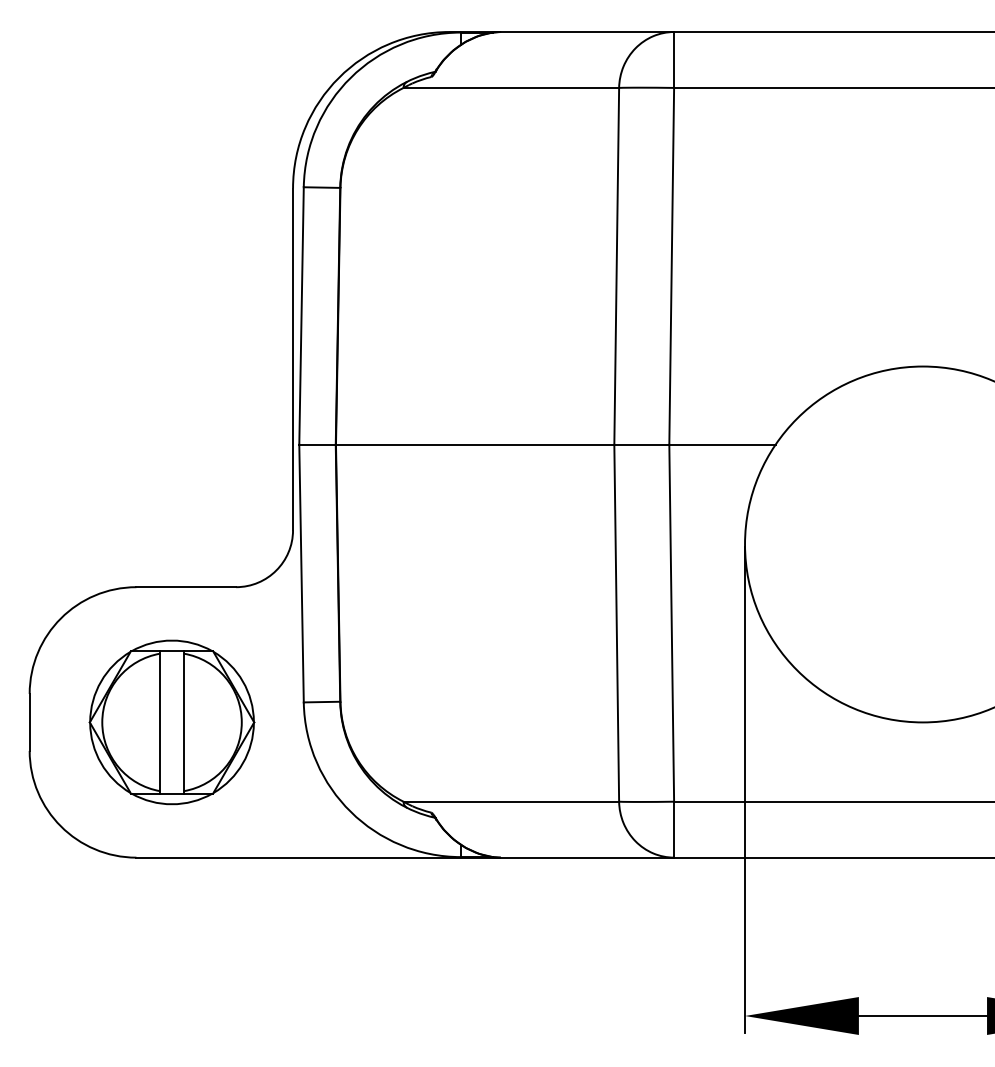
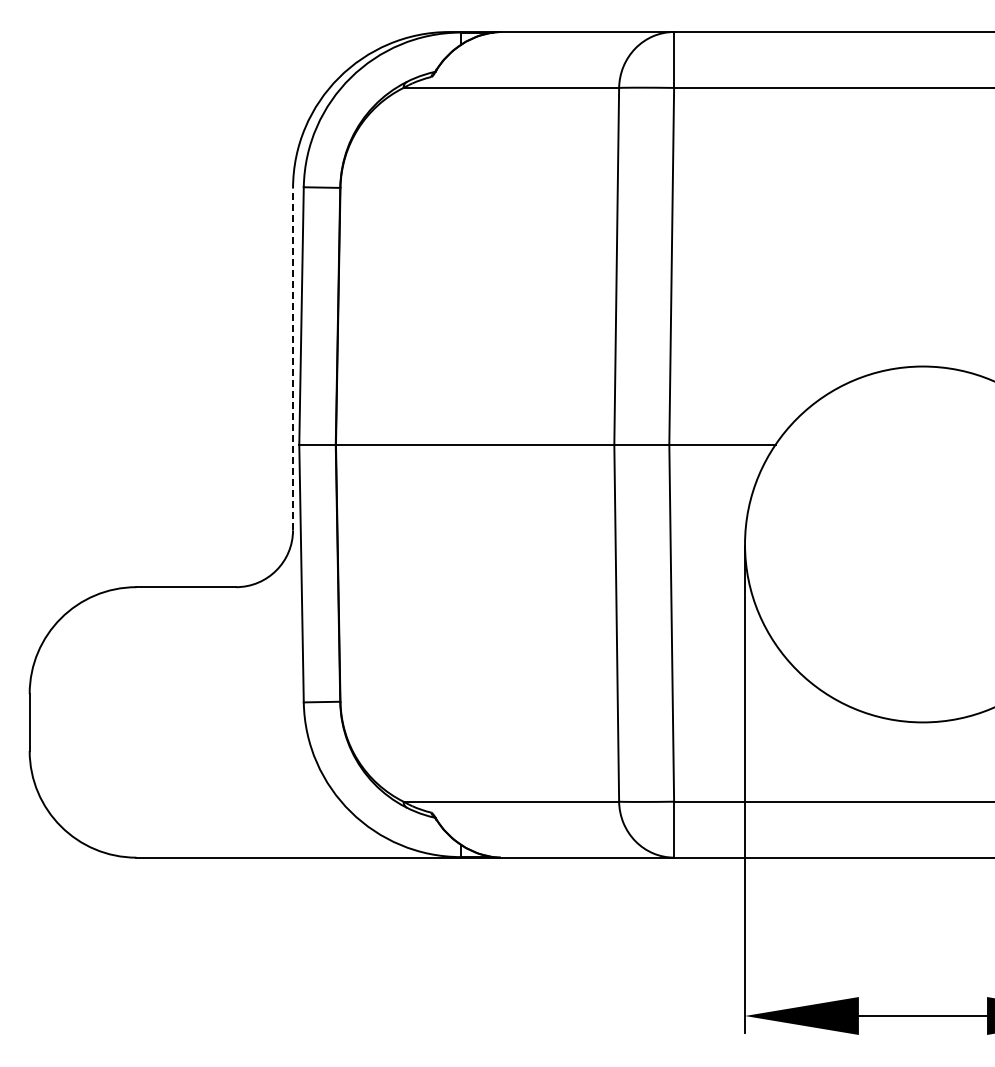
line at (293, 359): solid -> dashed
part at (171, 722): present -> none
